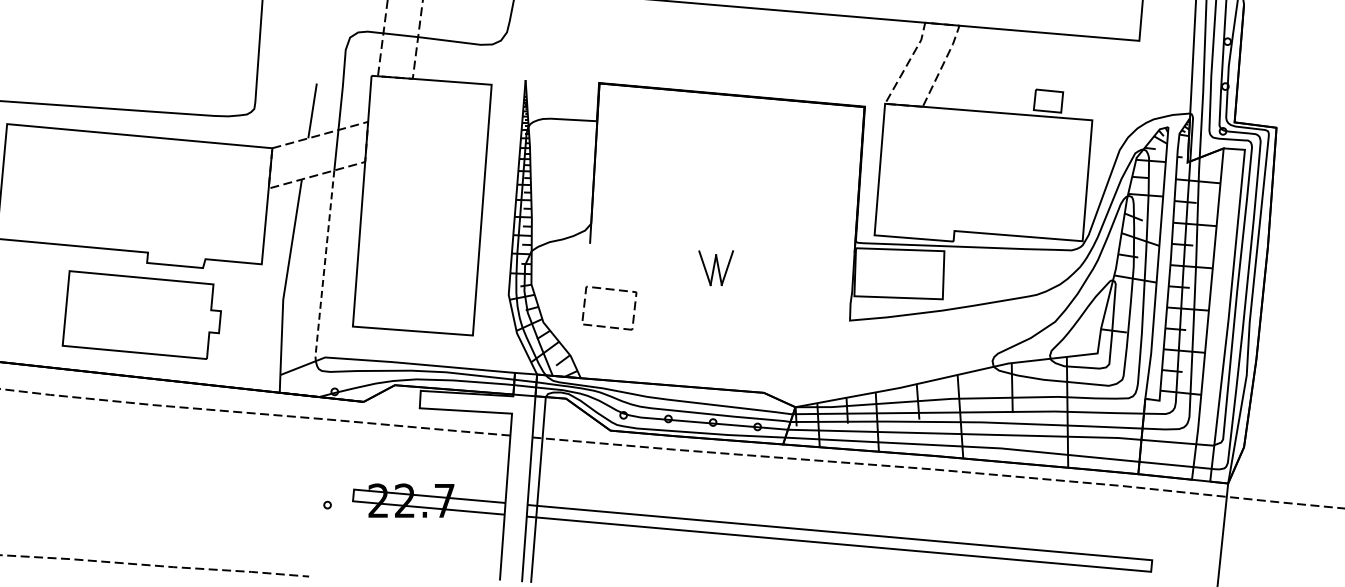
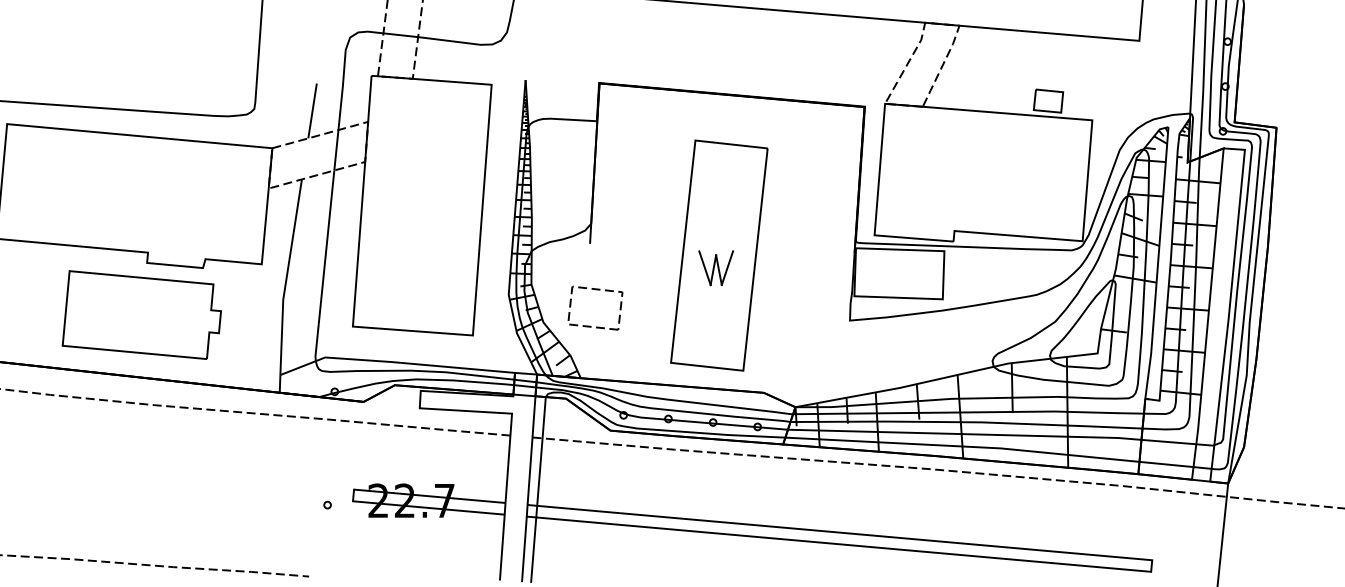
part at (719, 255): none -> present
line at (324, 266): dashed -> solid
part at (609, 290) position: (609, 290) -> (595, 290)
